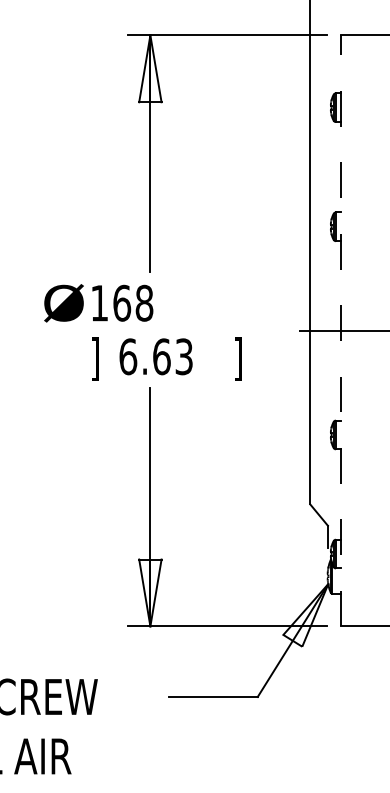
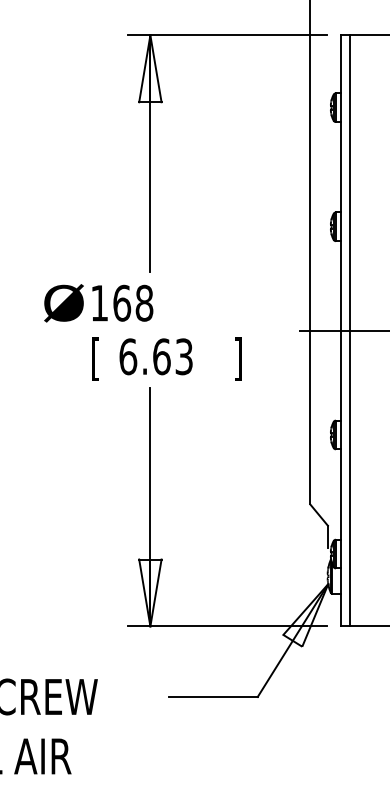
line at (340, 330): dashed -> solid
line at (349, 330): none -> present
text at (95, 359): ] -> [
